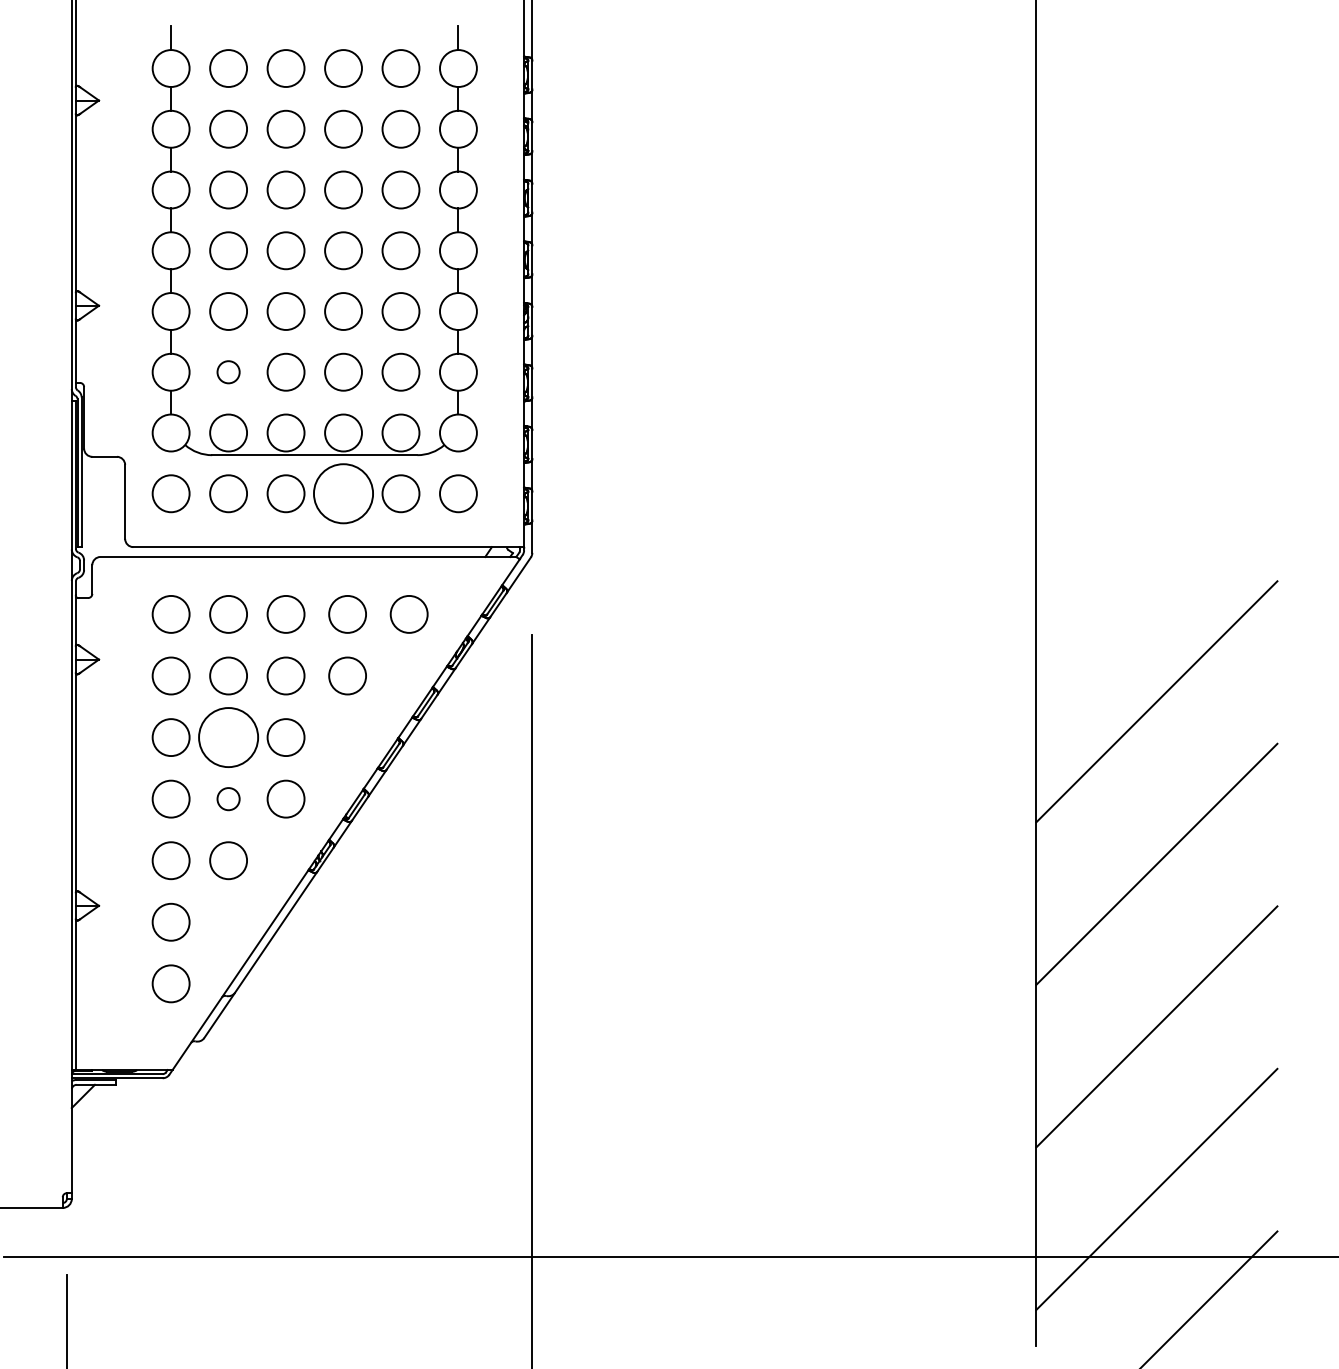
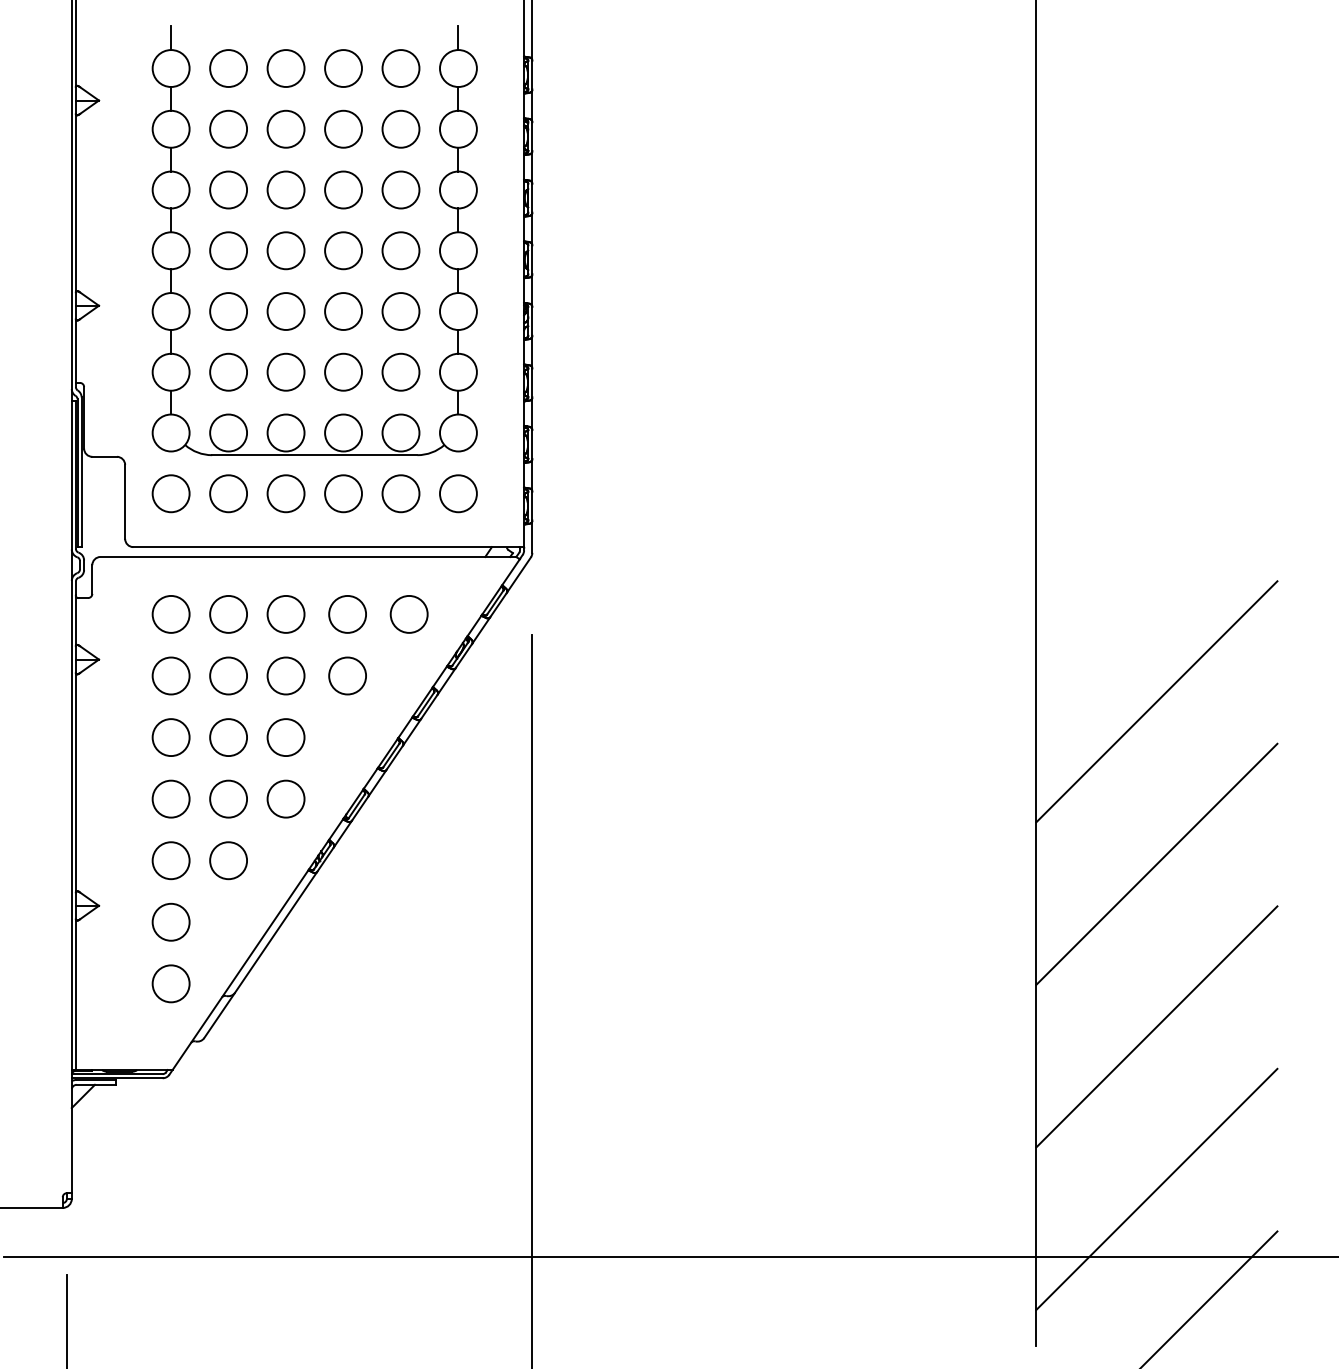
circle at (228, 372) diameter: 22 px -> 37 px
circle at (343, 493) diameter: 59 px -> 37 px
circle at (228, 737) diameter: 59 px -> 37 px
circle at (228, 799) diameter: 22 px -> 37 px
